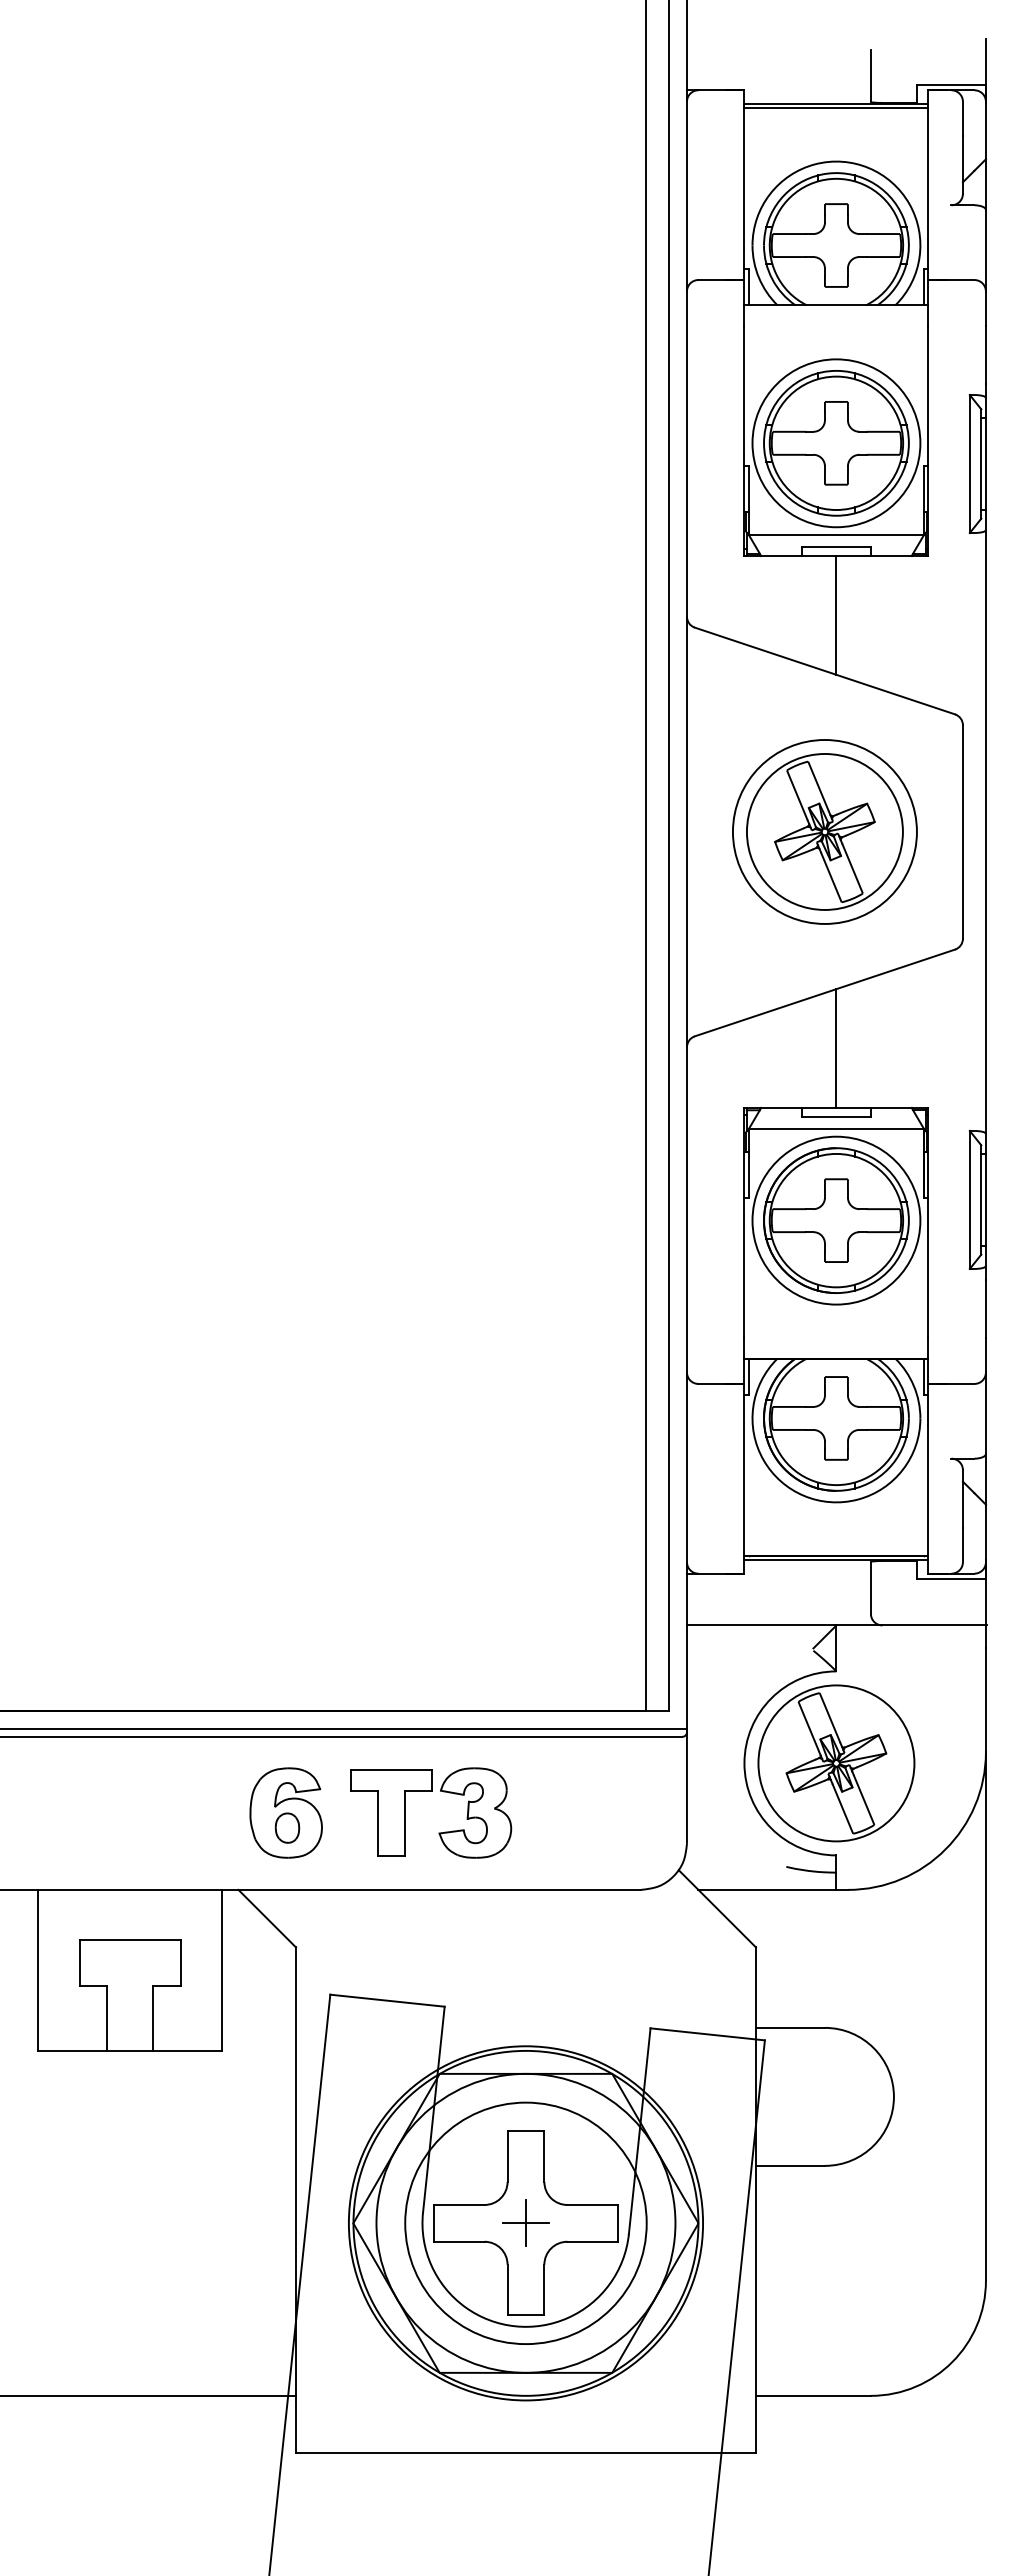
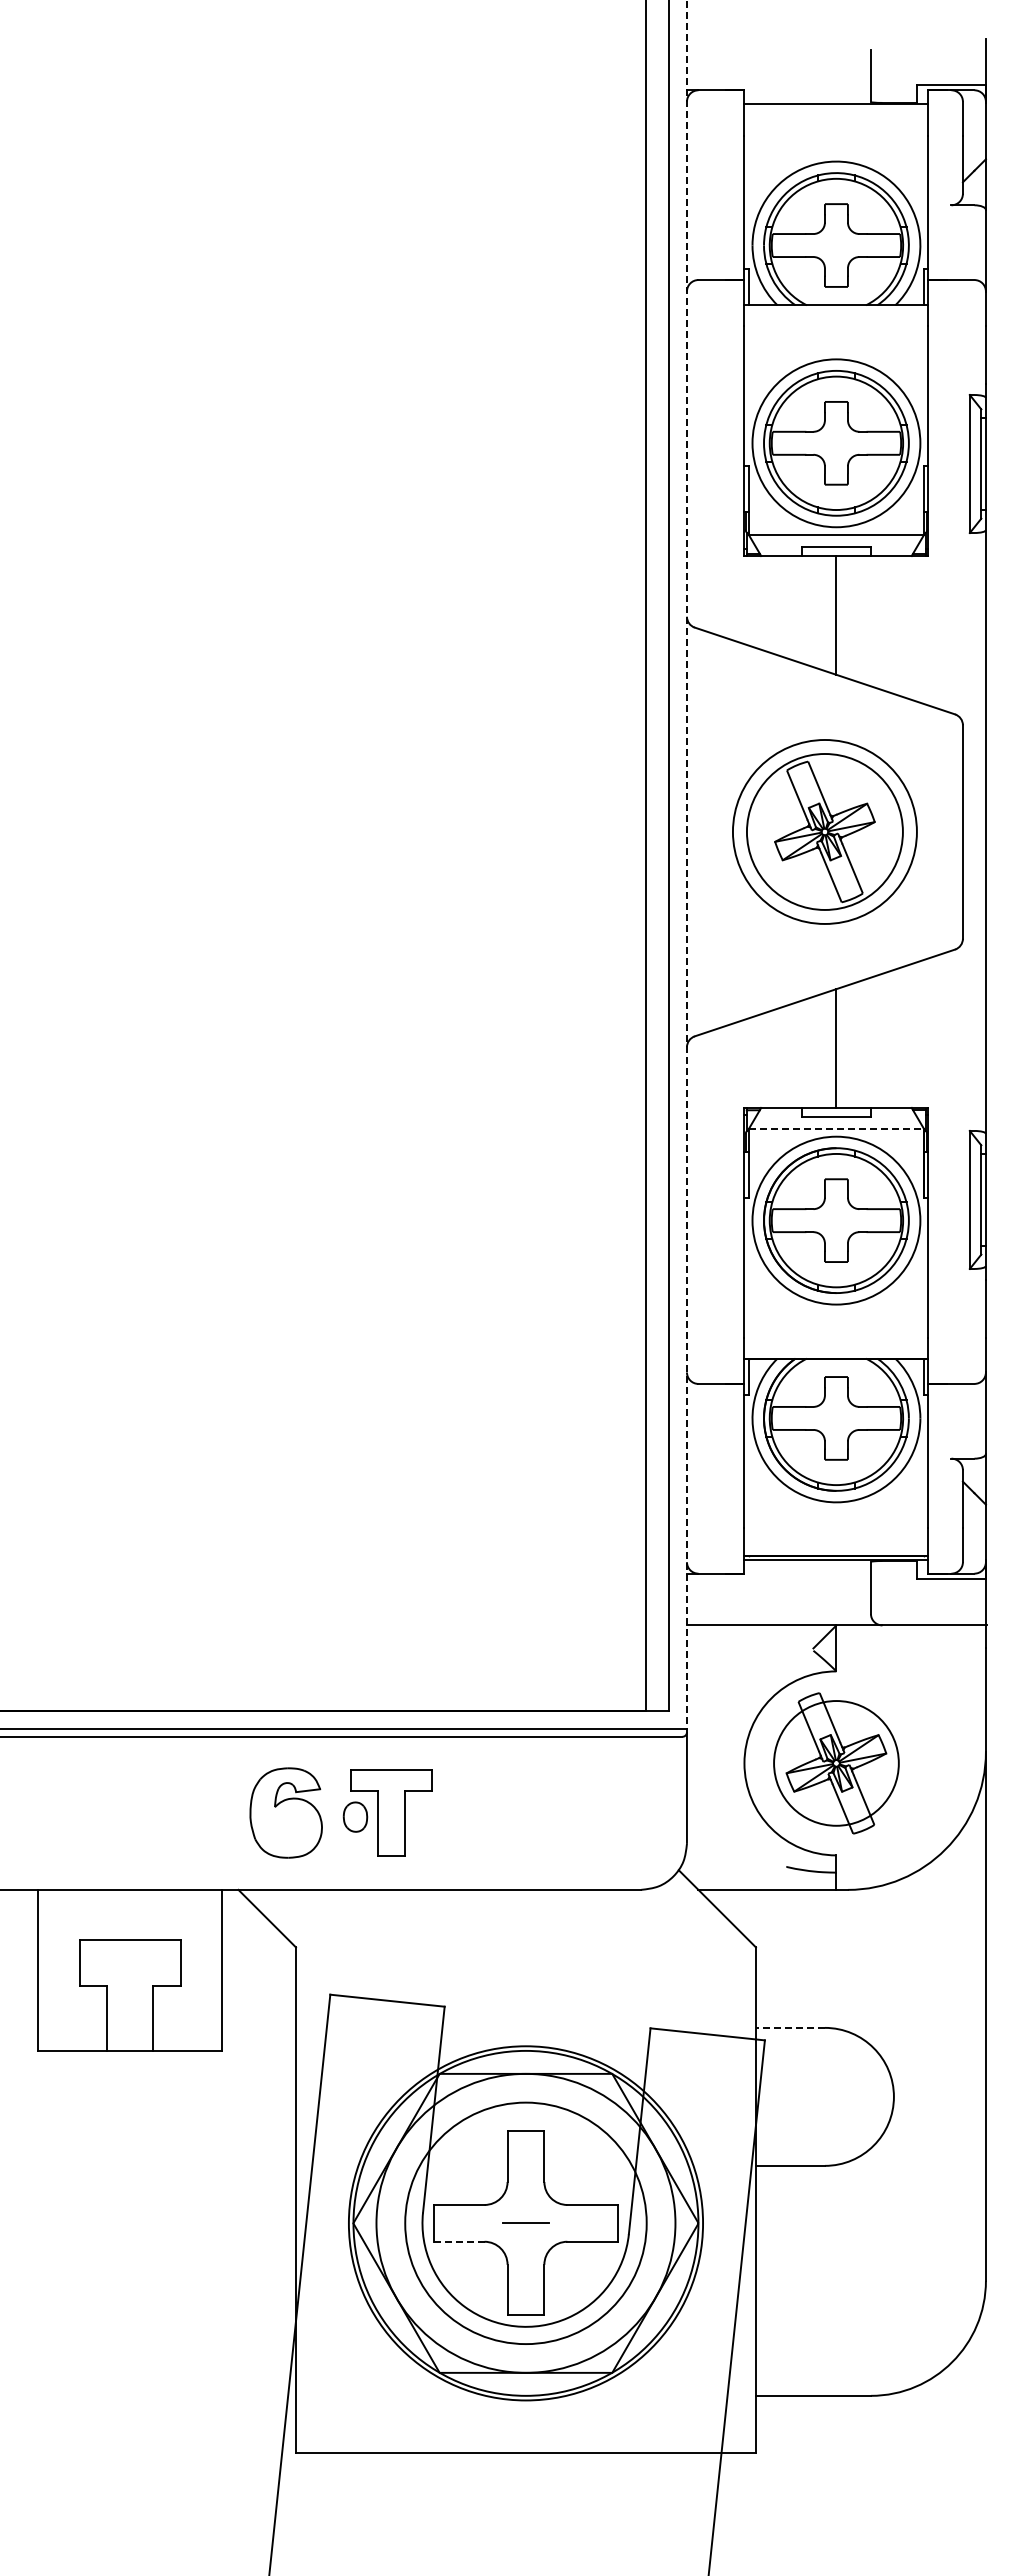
line at (836, 107): present -> none
line at (686, 864): solid -> dashed
line at (836, 1128): solid -> dashed
circle at (836, 1763) diameter: 156 px -> 125 px
part at (475, 1812): present -> none
part at (287, 1827) position: (287, 1827) -> (355, 1816)
line at (789, 2027): solid -> dashed
line at (525, 2223): present -> none
line at (459, 2241): solid -> dashed
line at (148, 2395): present -> none
